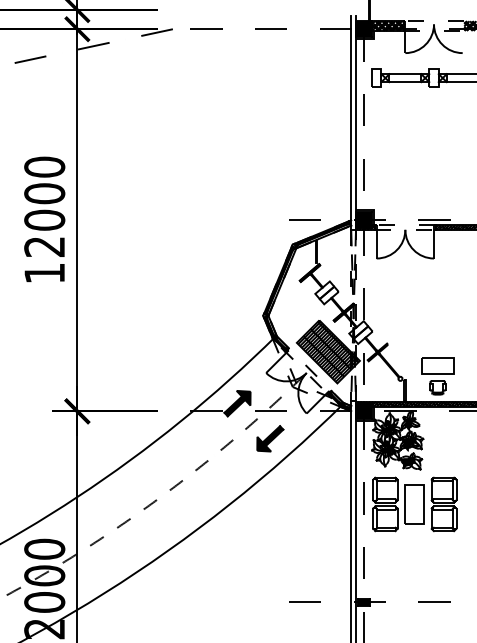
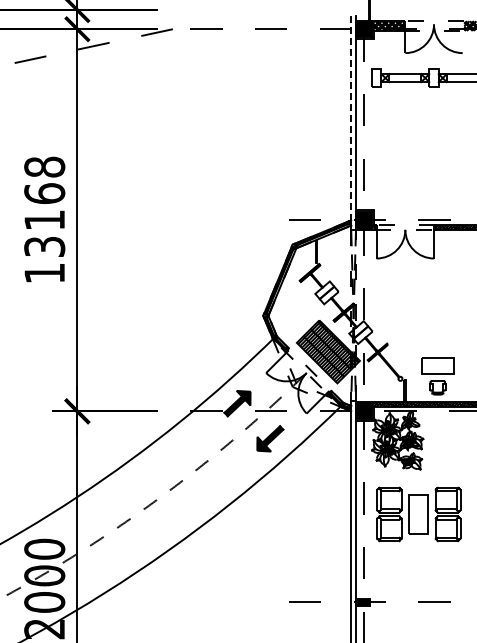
line at (351, 118): solid -> dashed
text at (44, 206): 12000 -> 13168
part at (414, 504) position: (414, 504) -> (418, 514)
